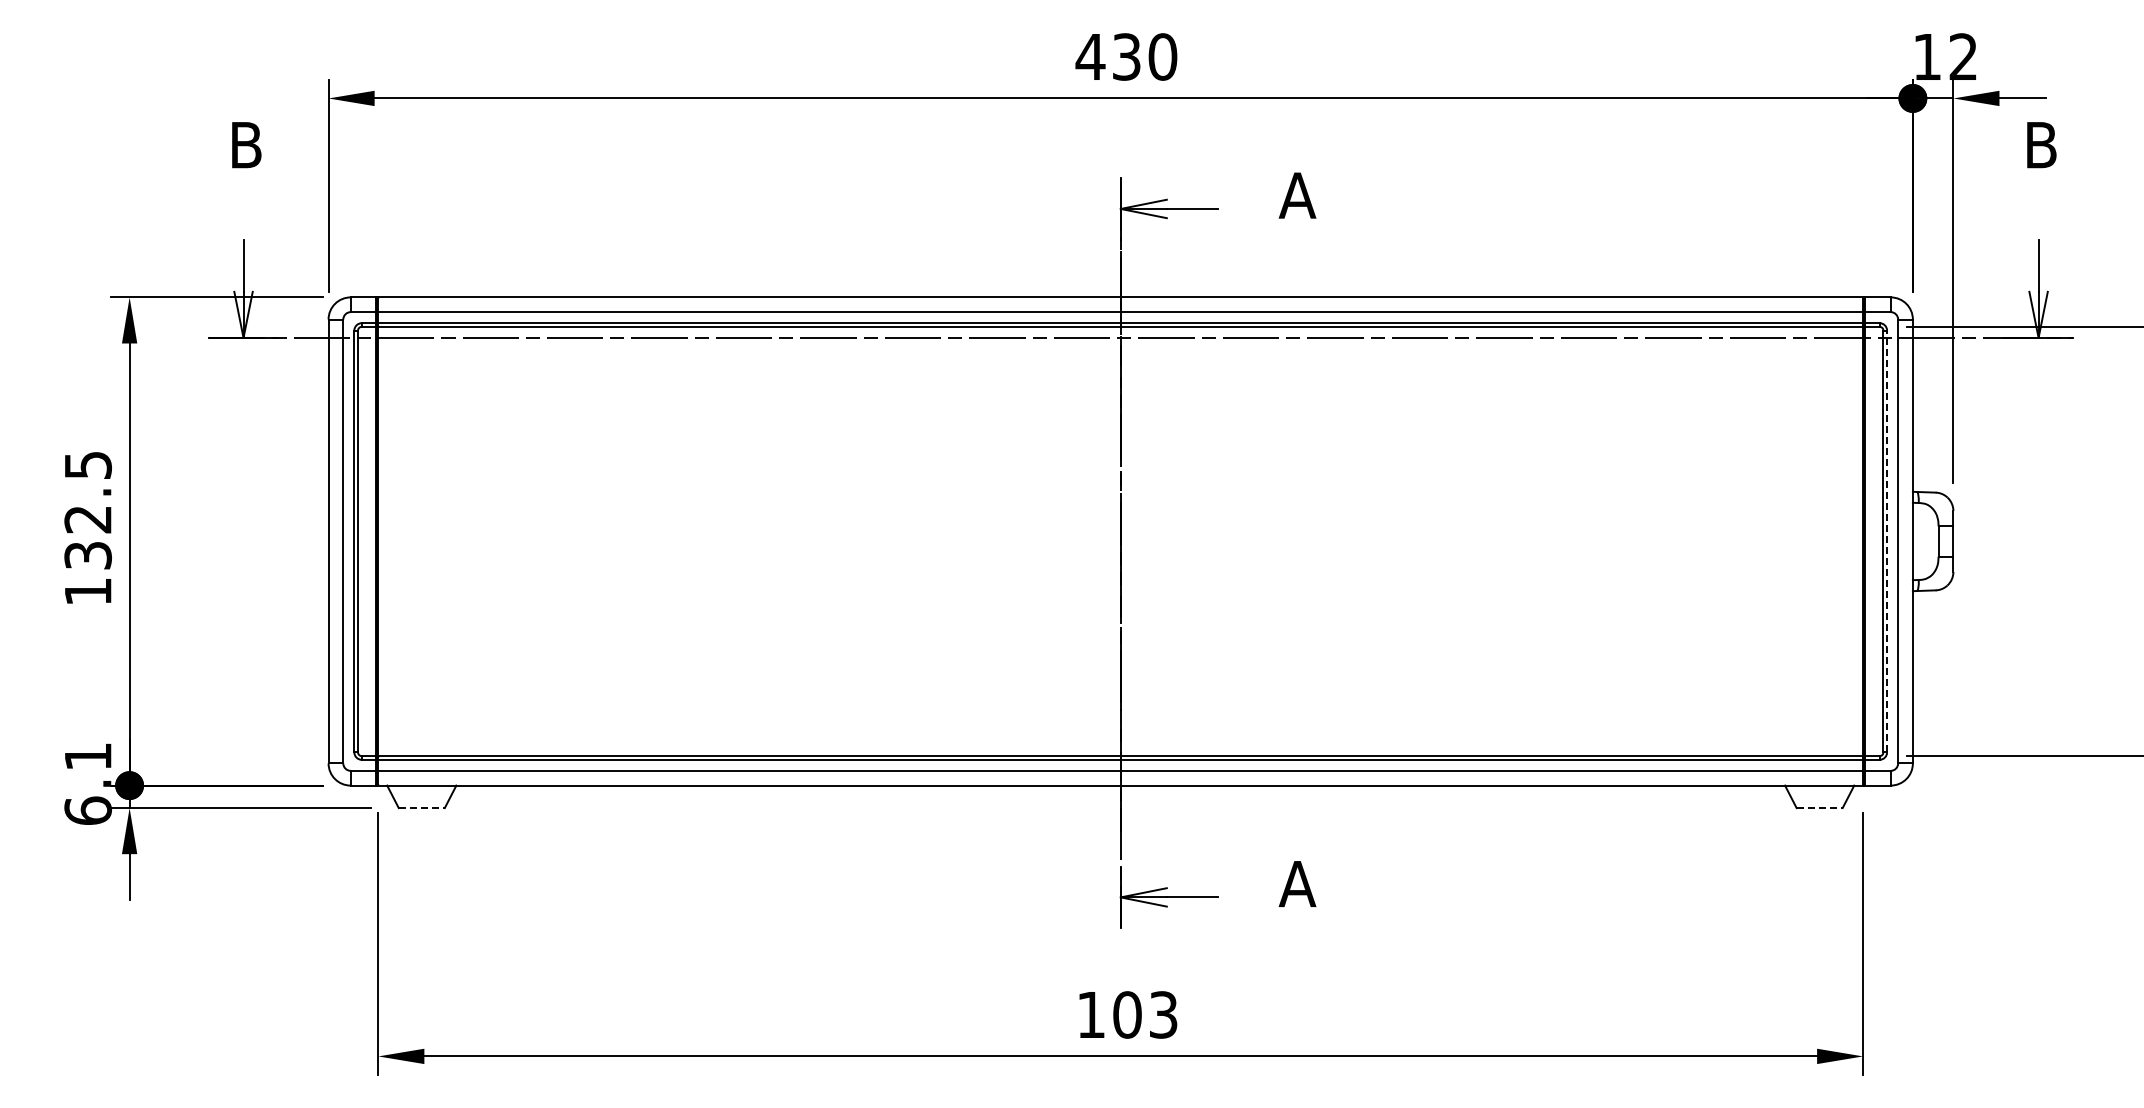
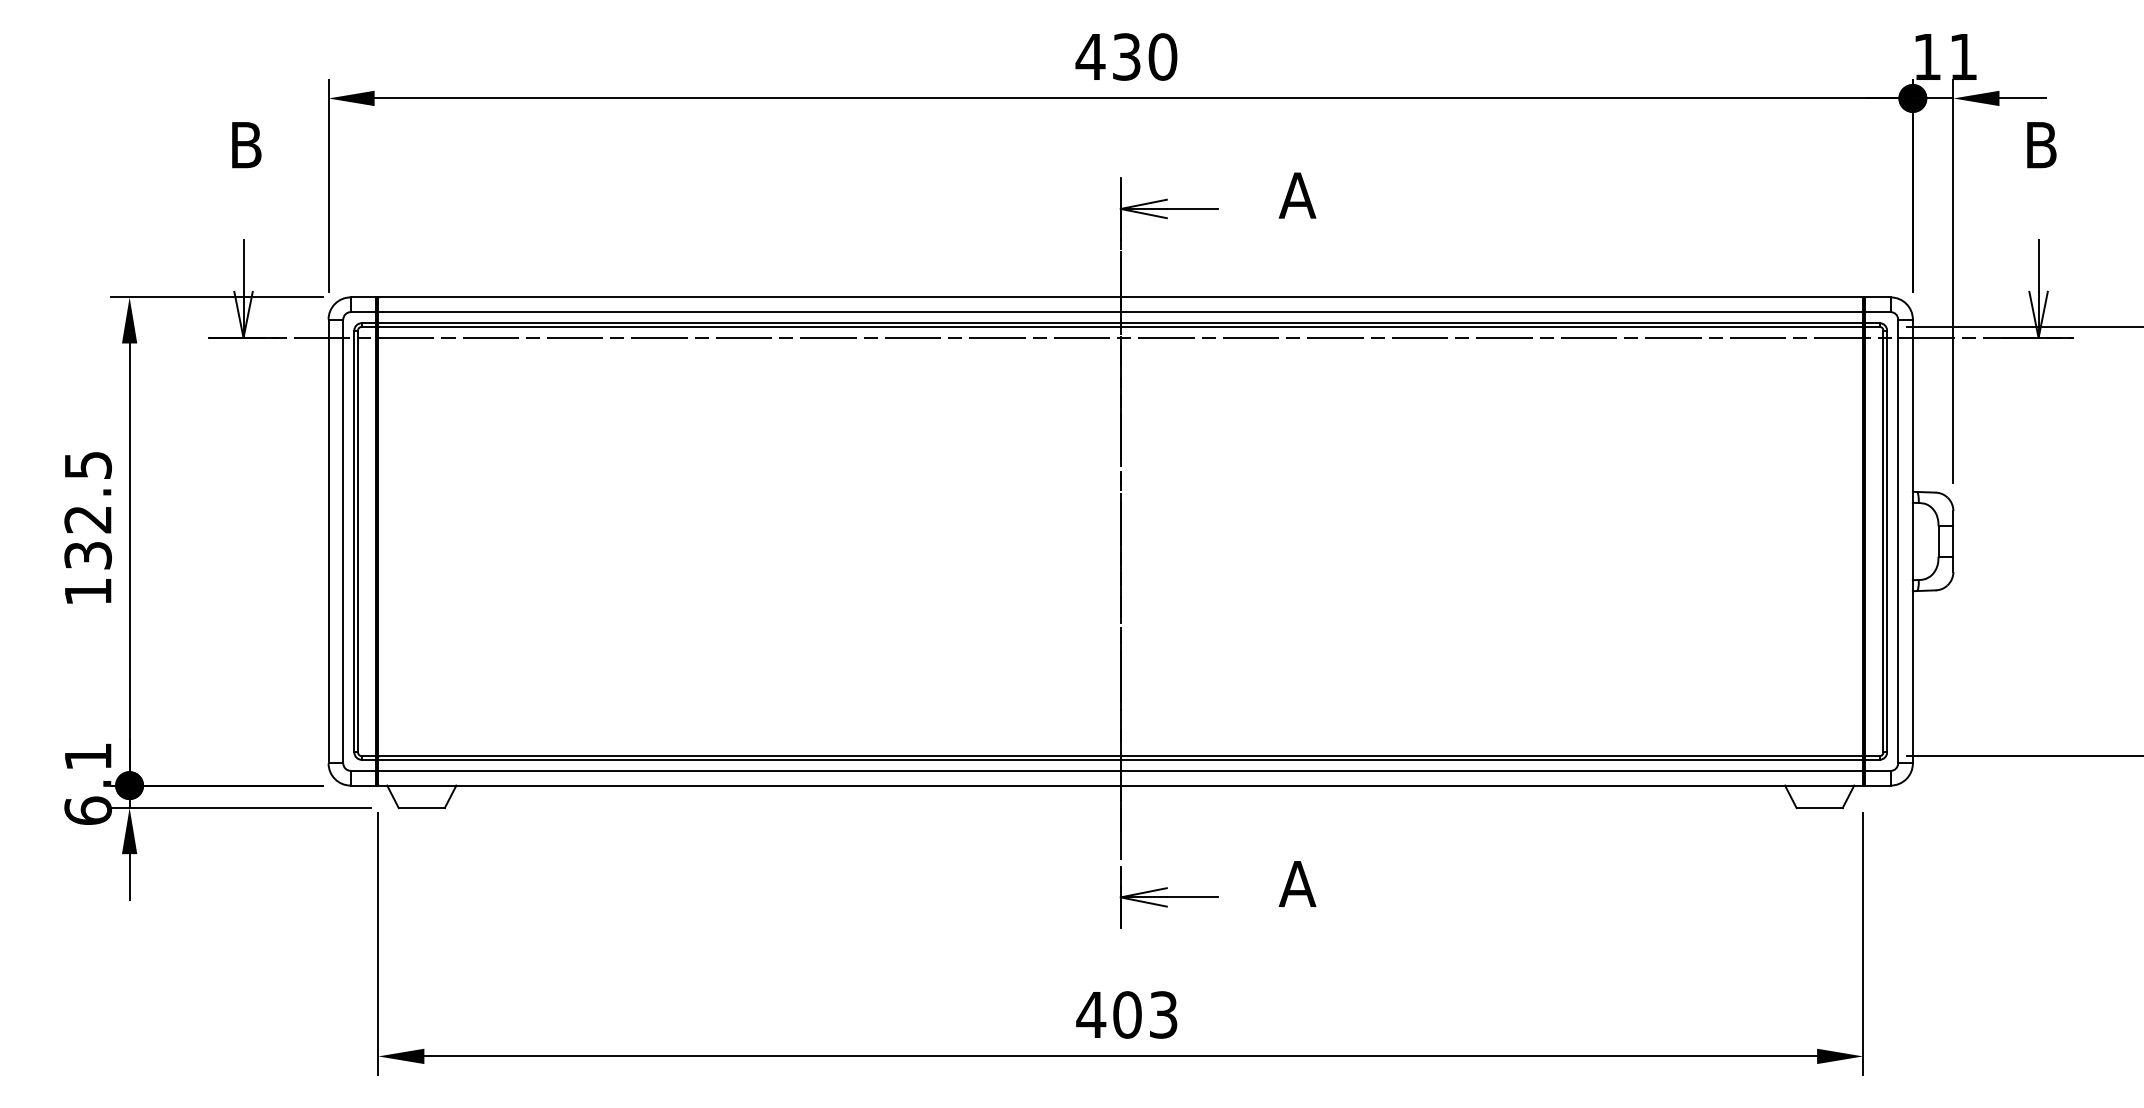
text at (1962, 56): 12 -> 11
line at (1887, 541): dashed -> solid
line at (422, 808): dashed -> solid
line at (1820, 808): dashed -> solid
text at (1091, 1014): 103 -> 403
